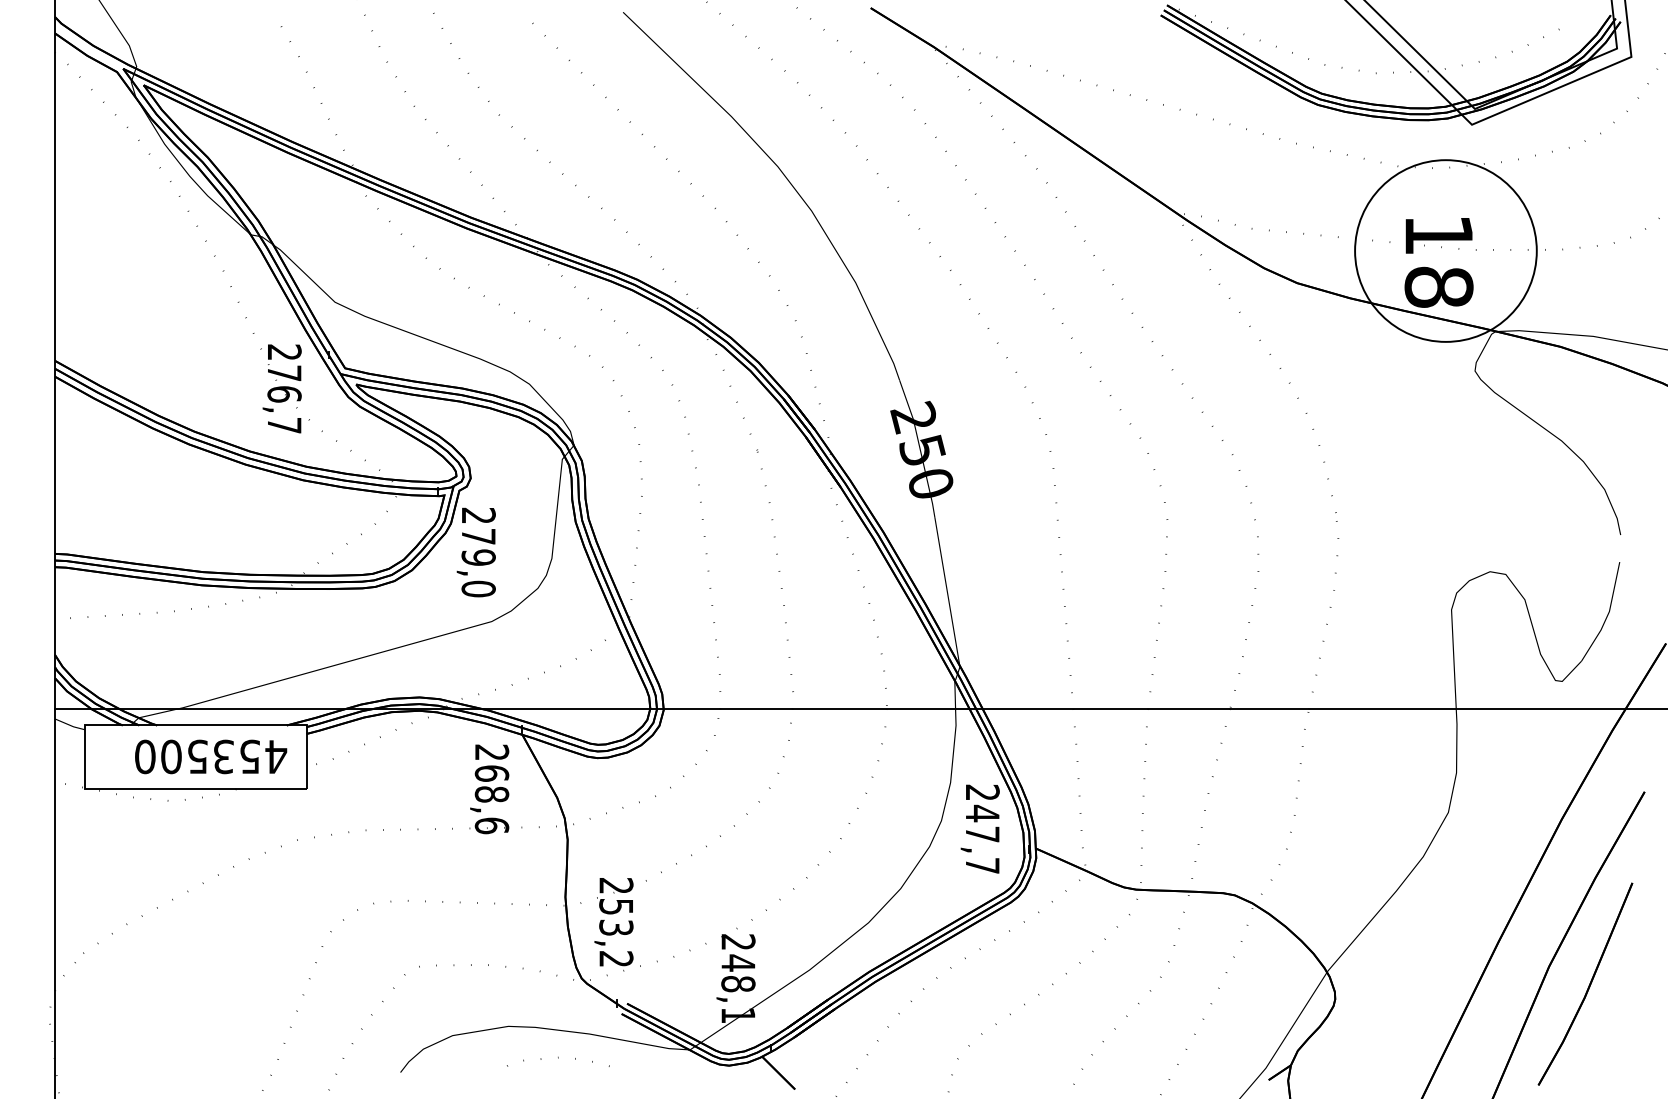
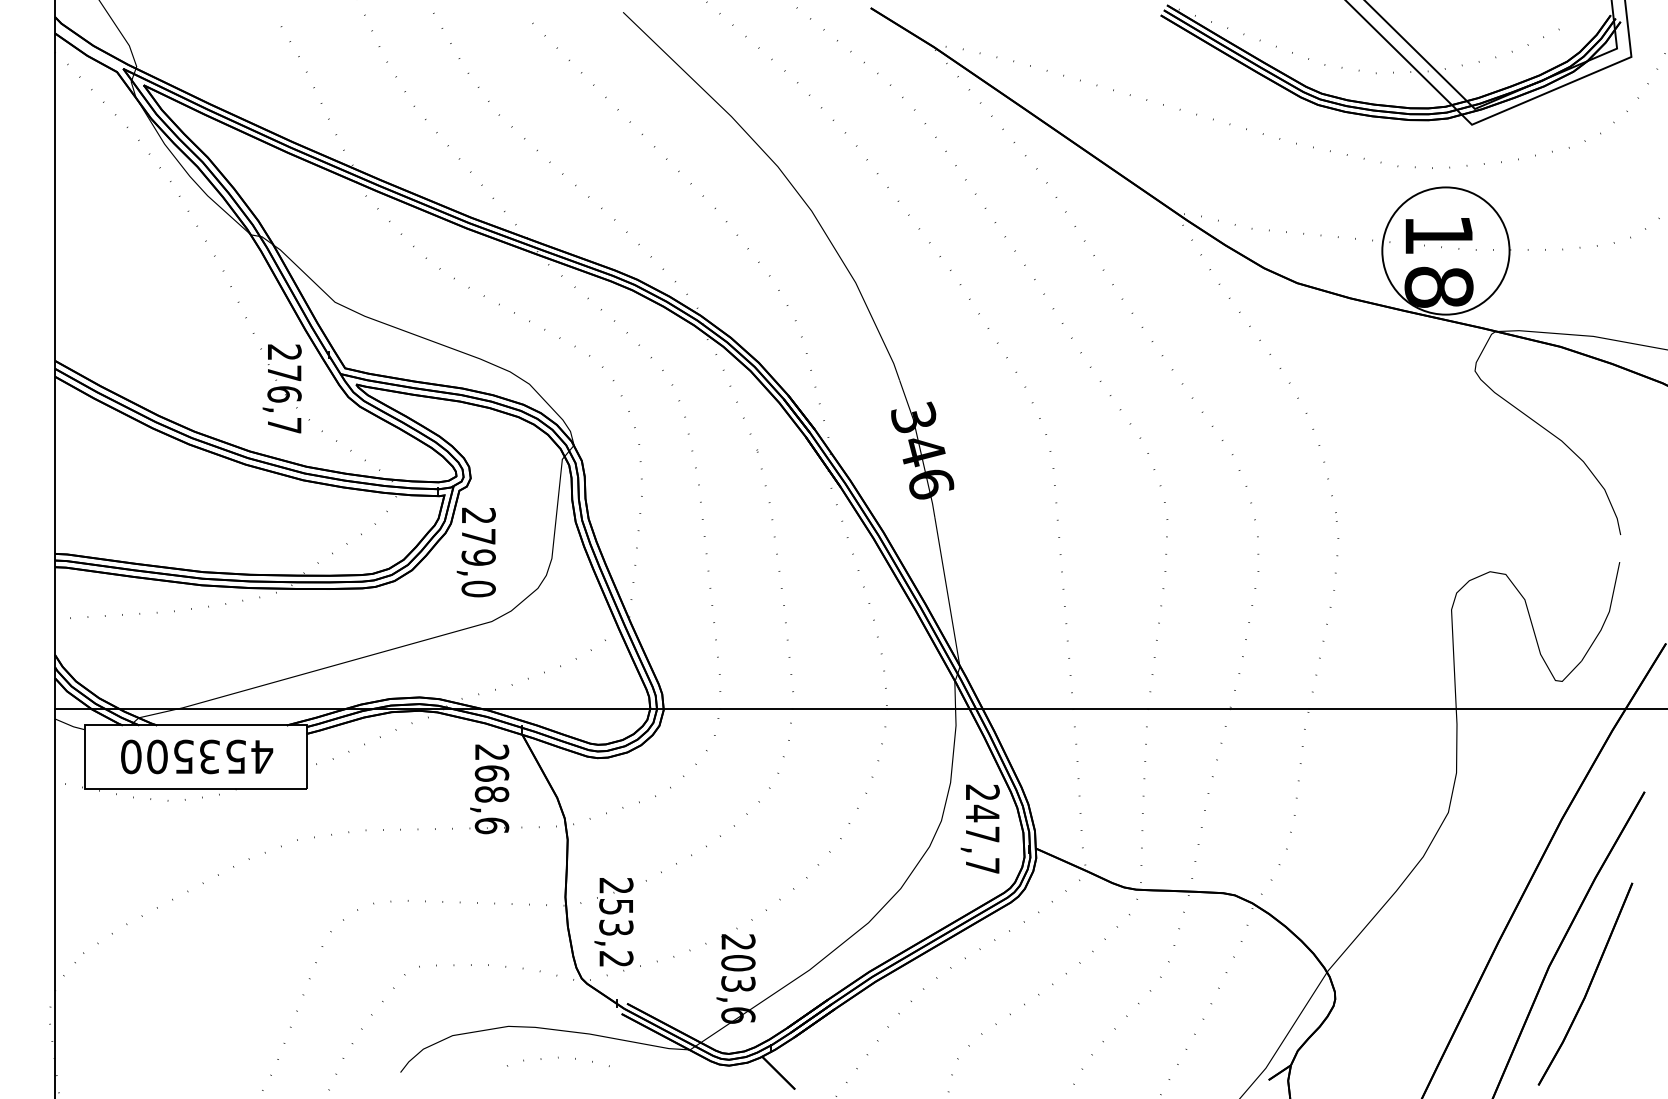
circle at (1445, 250) diameter: 182 px -> 127 px
text at (922, 449): 250 -> 346
text at (211, 756) position: (211, 756) -> (197, 756)
text at (738, 988): 248,1 -> 203,6
